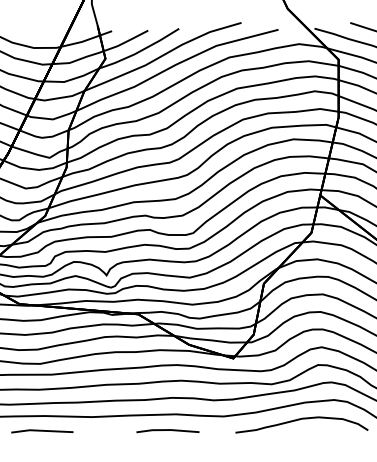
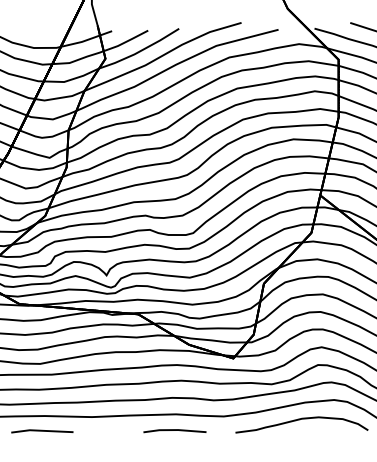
line at (167, 430) position: (167, 430) -> (174, 430)
